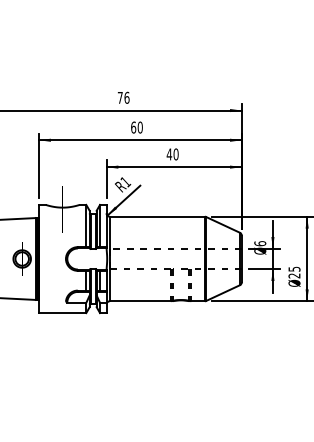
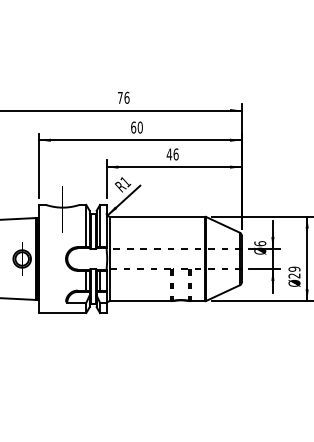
text at (175, 154): 40 -> 46
text at (294, 268): 25 -> 29
